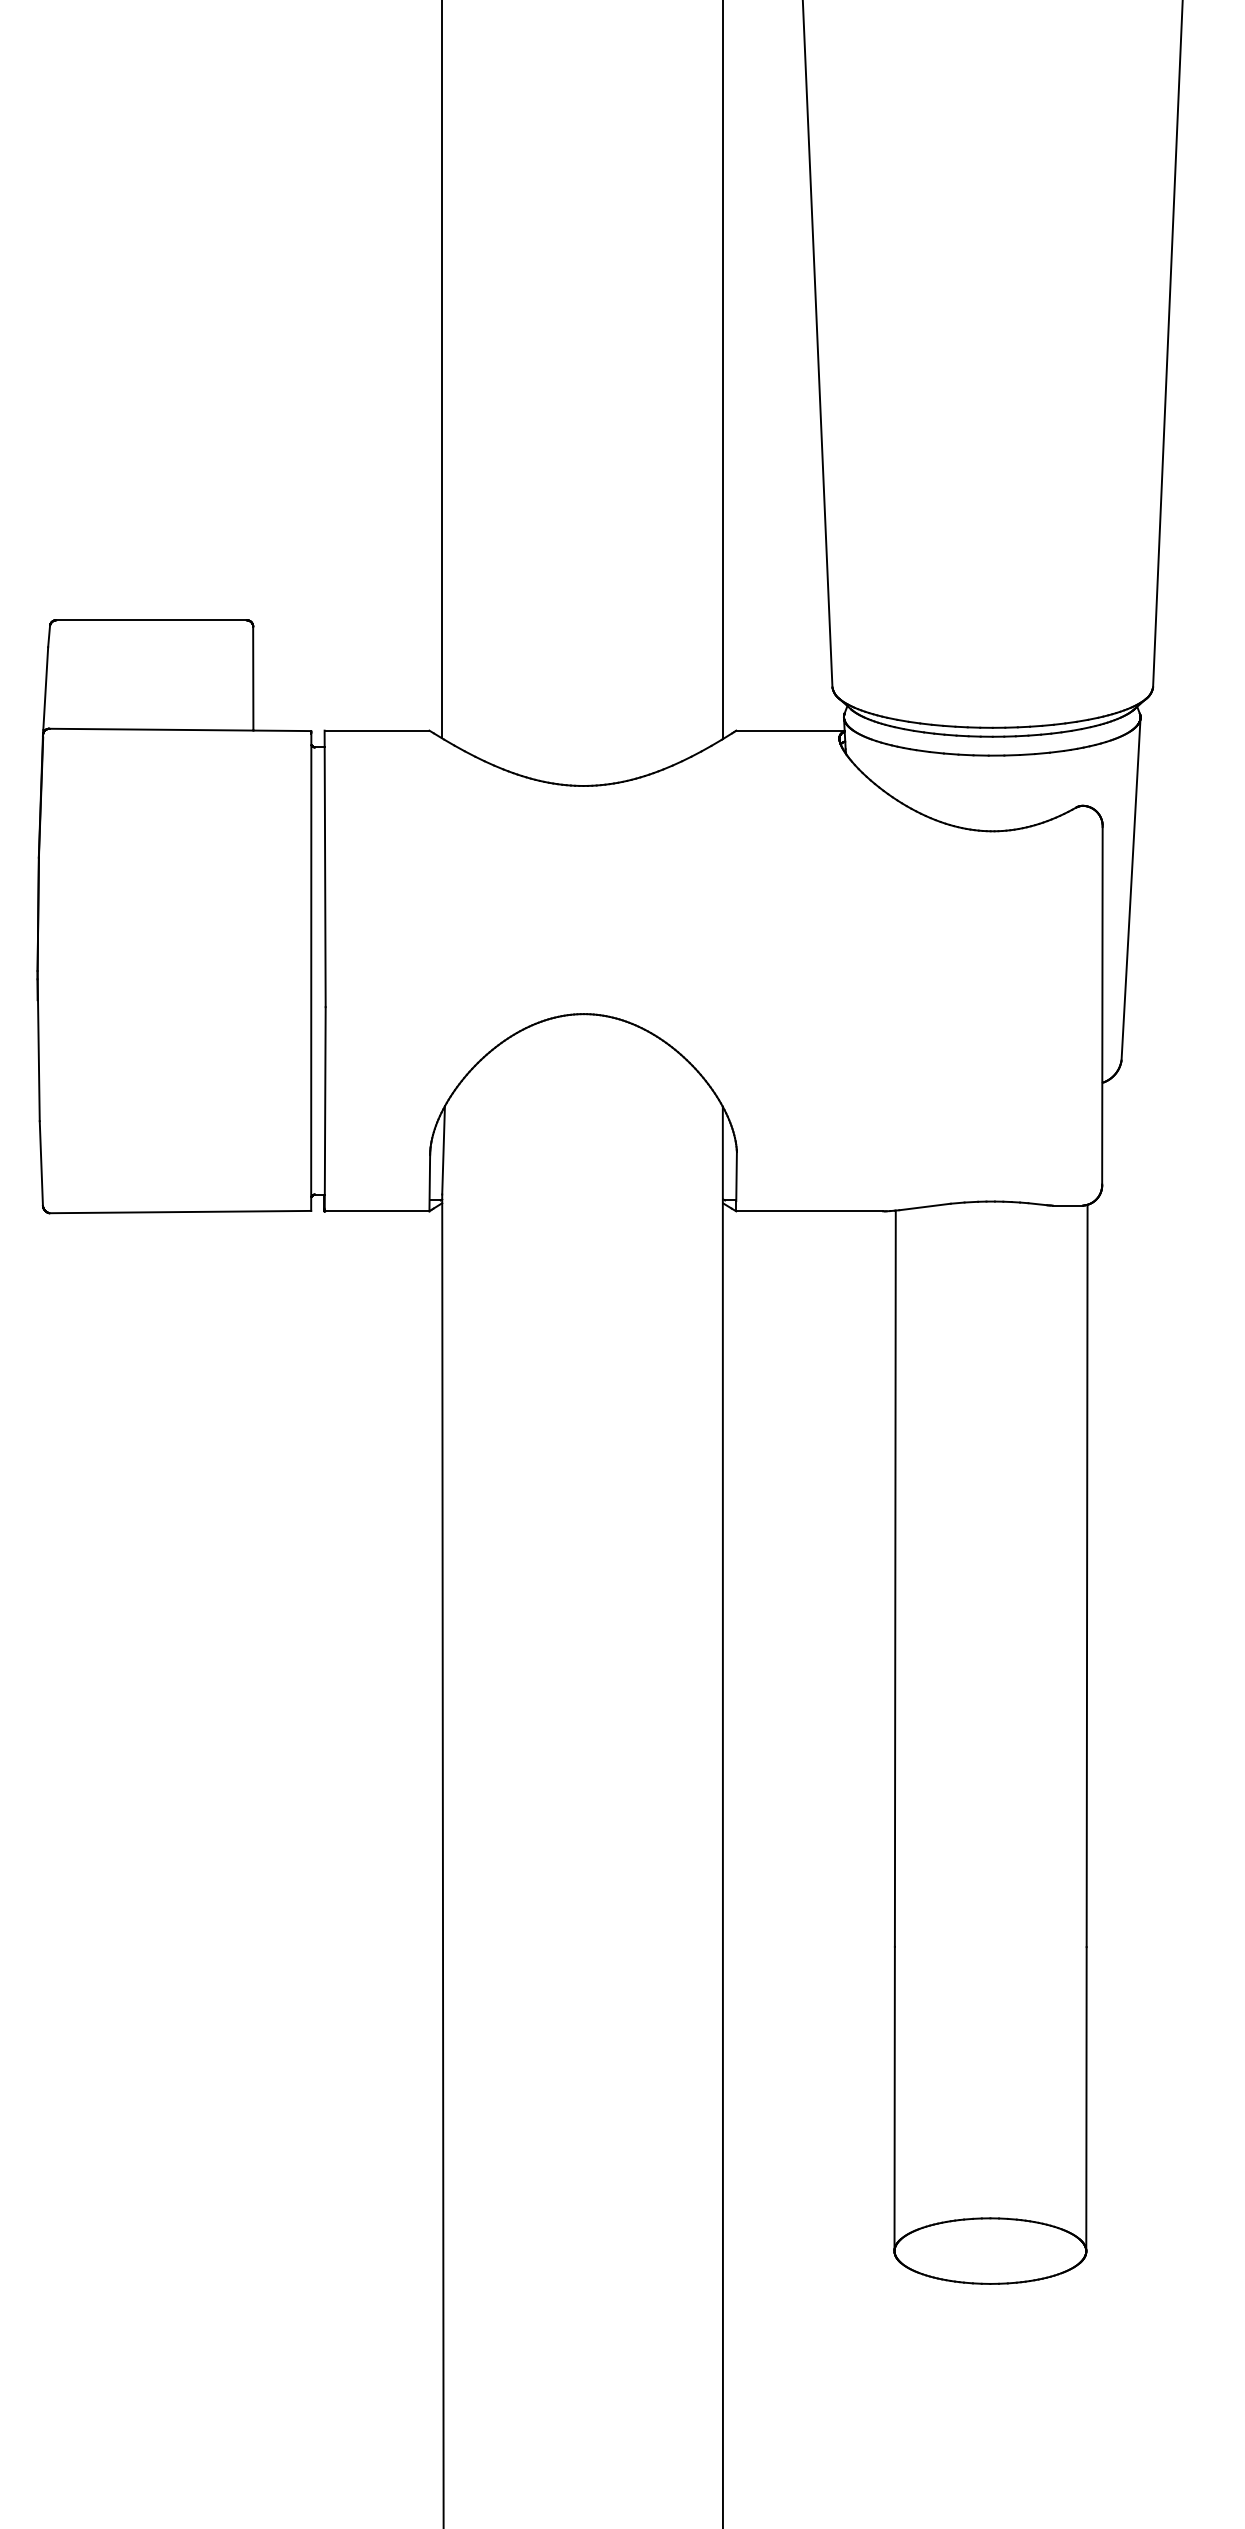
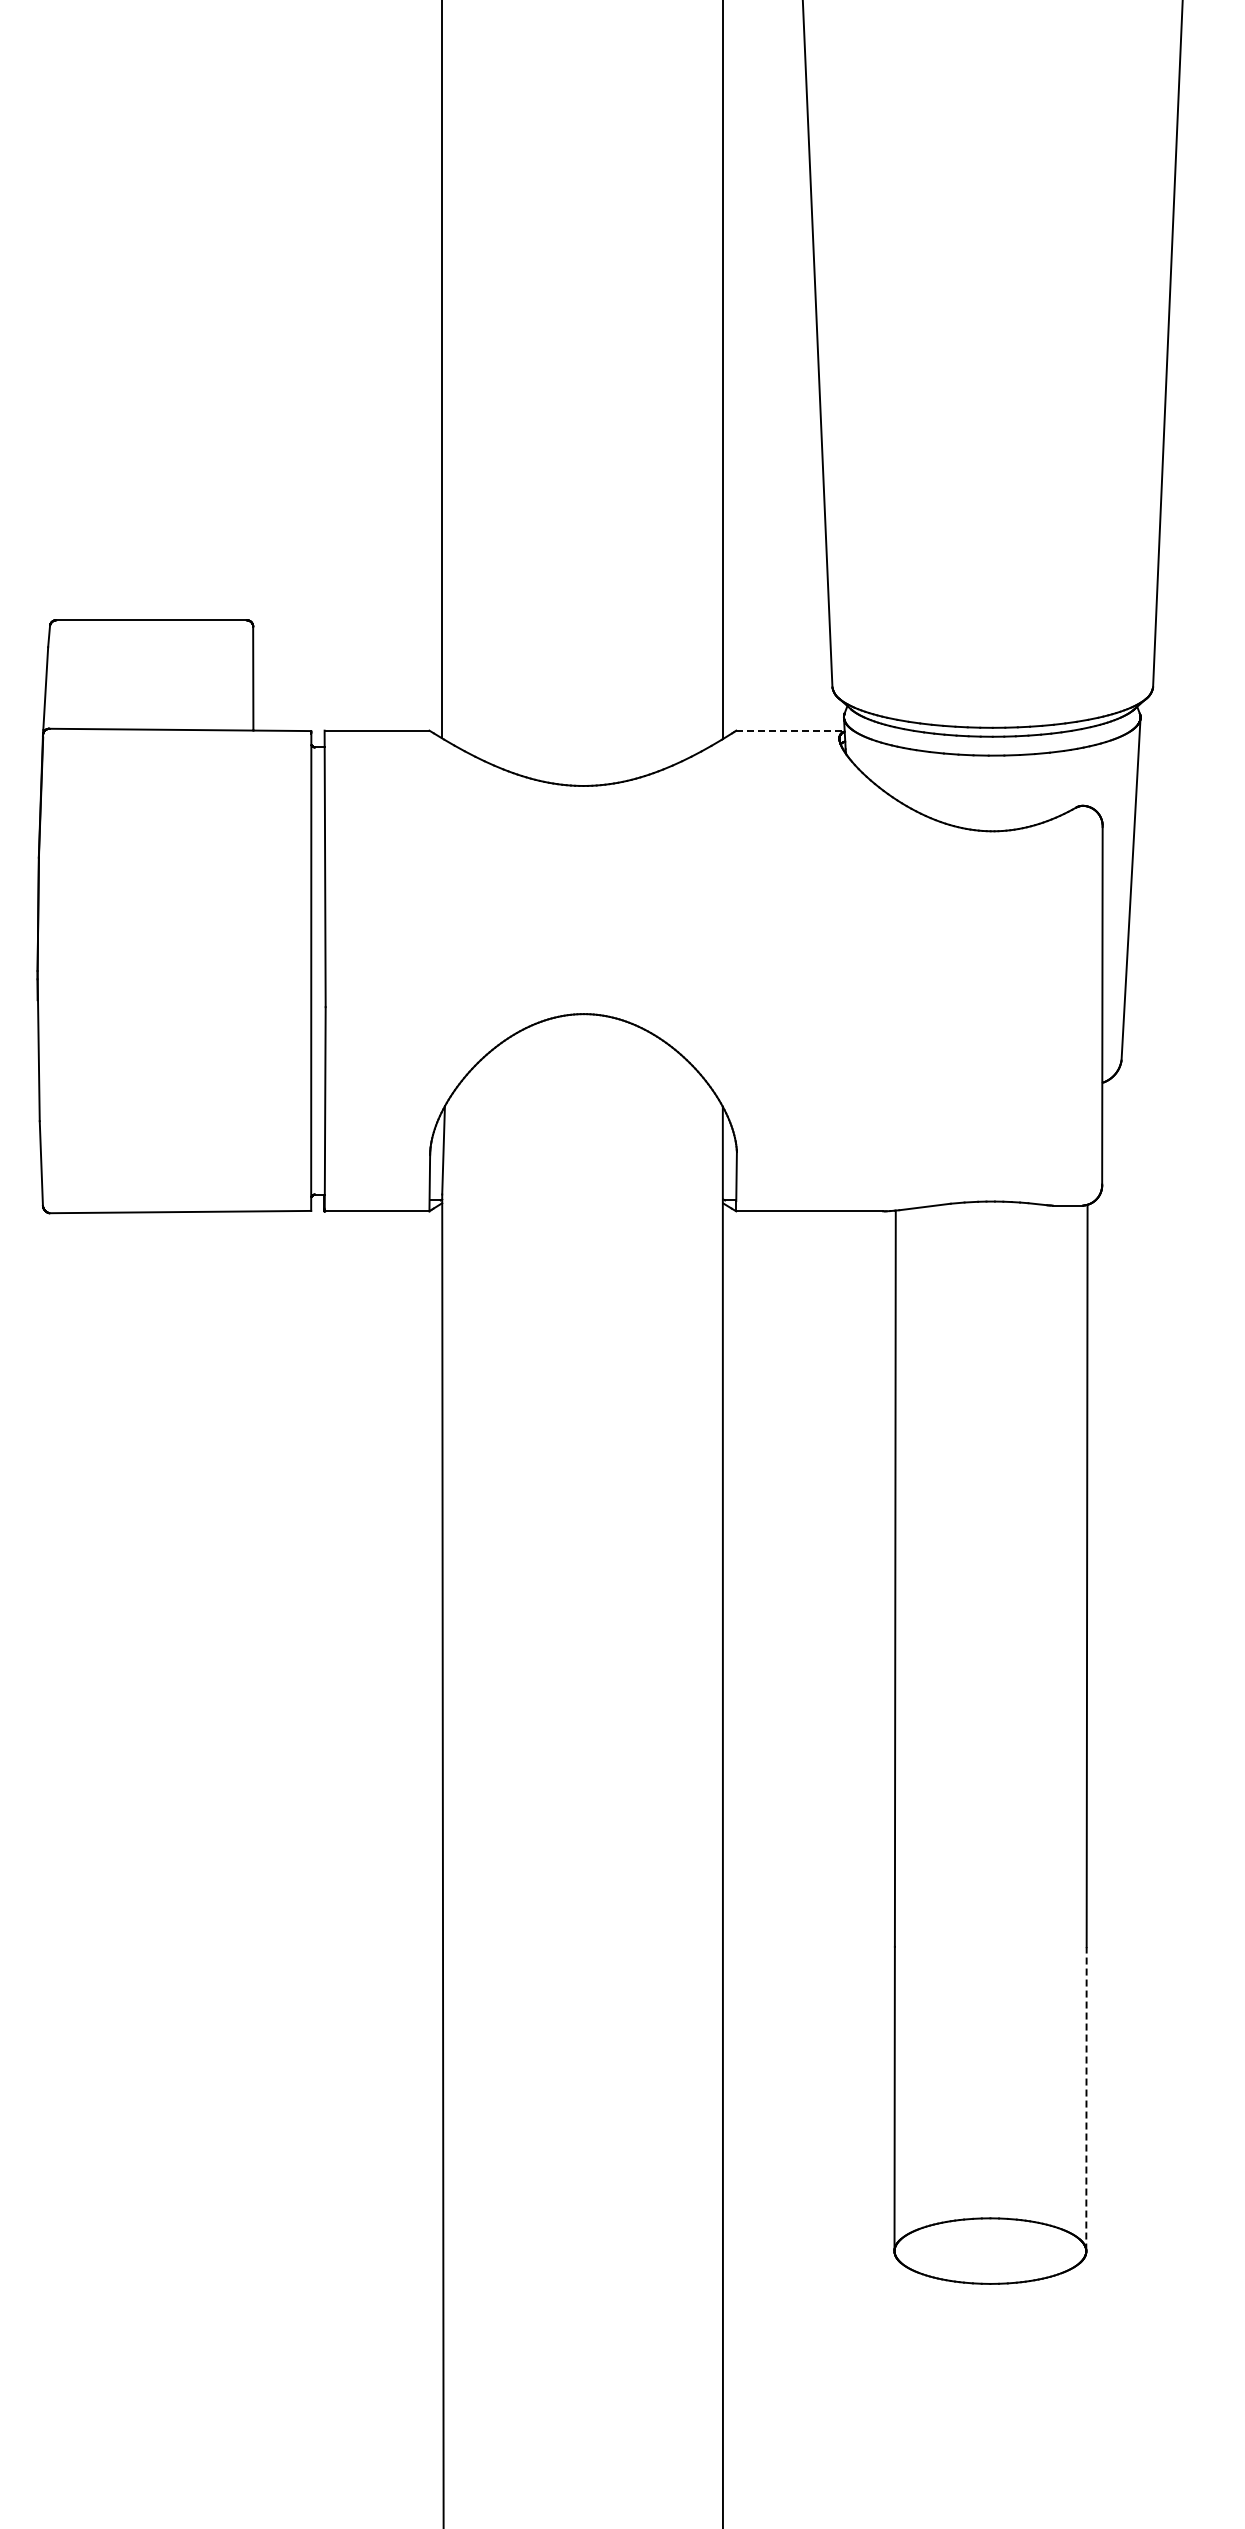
line at (790, 730): solid -> dashed
line at (1086, 2098): solid -> dashed
